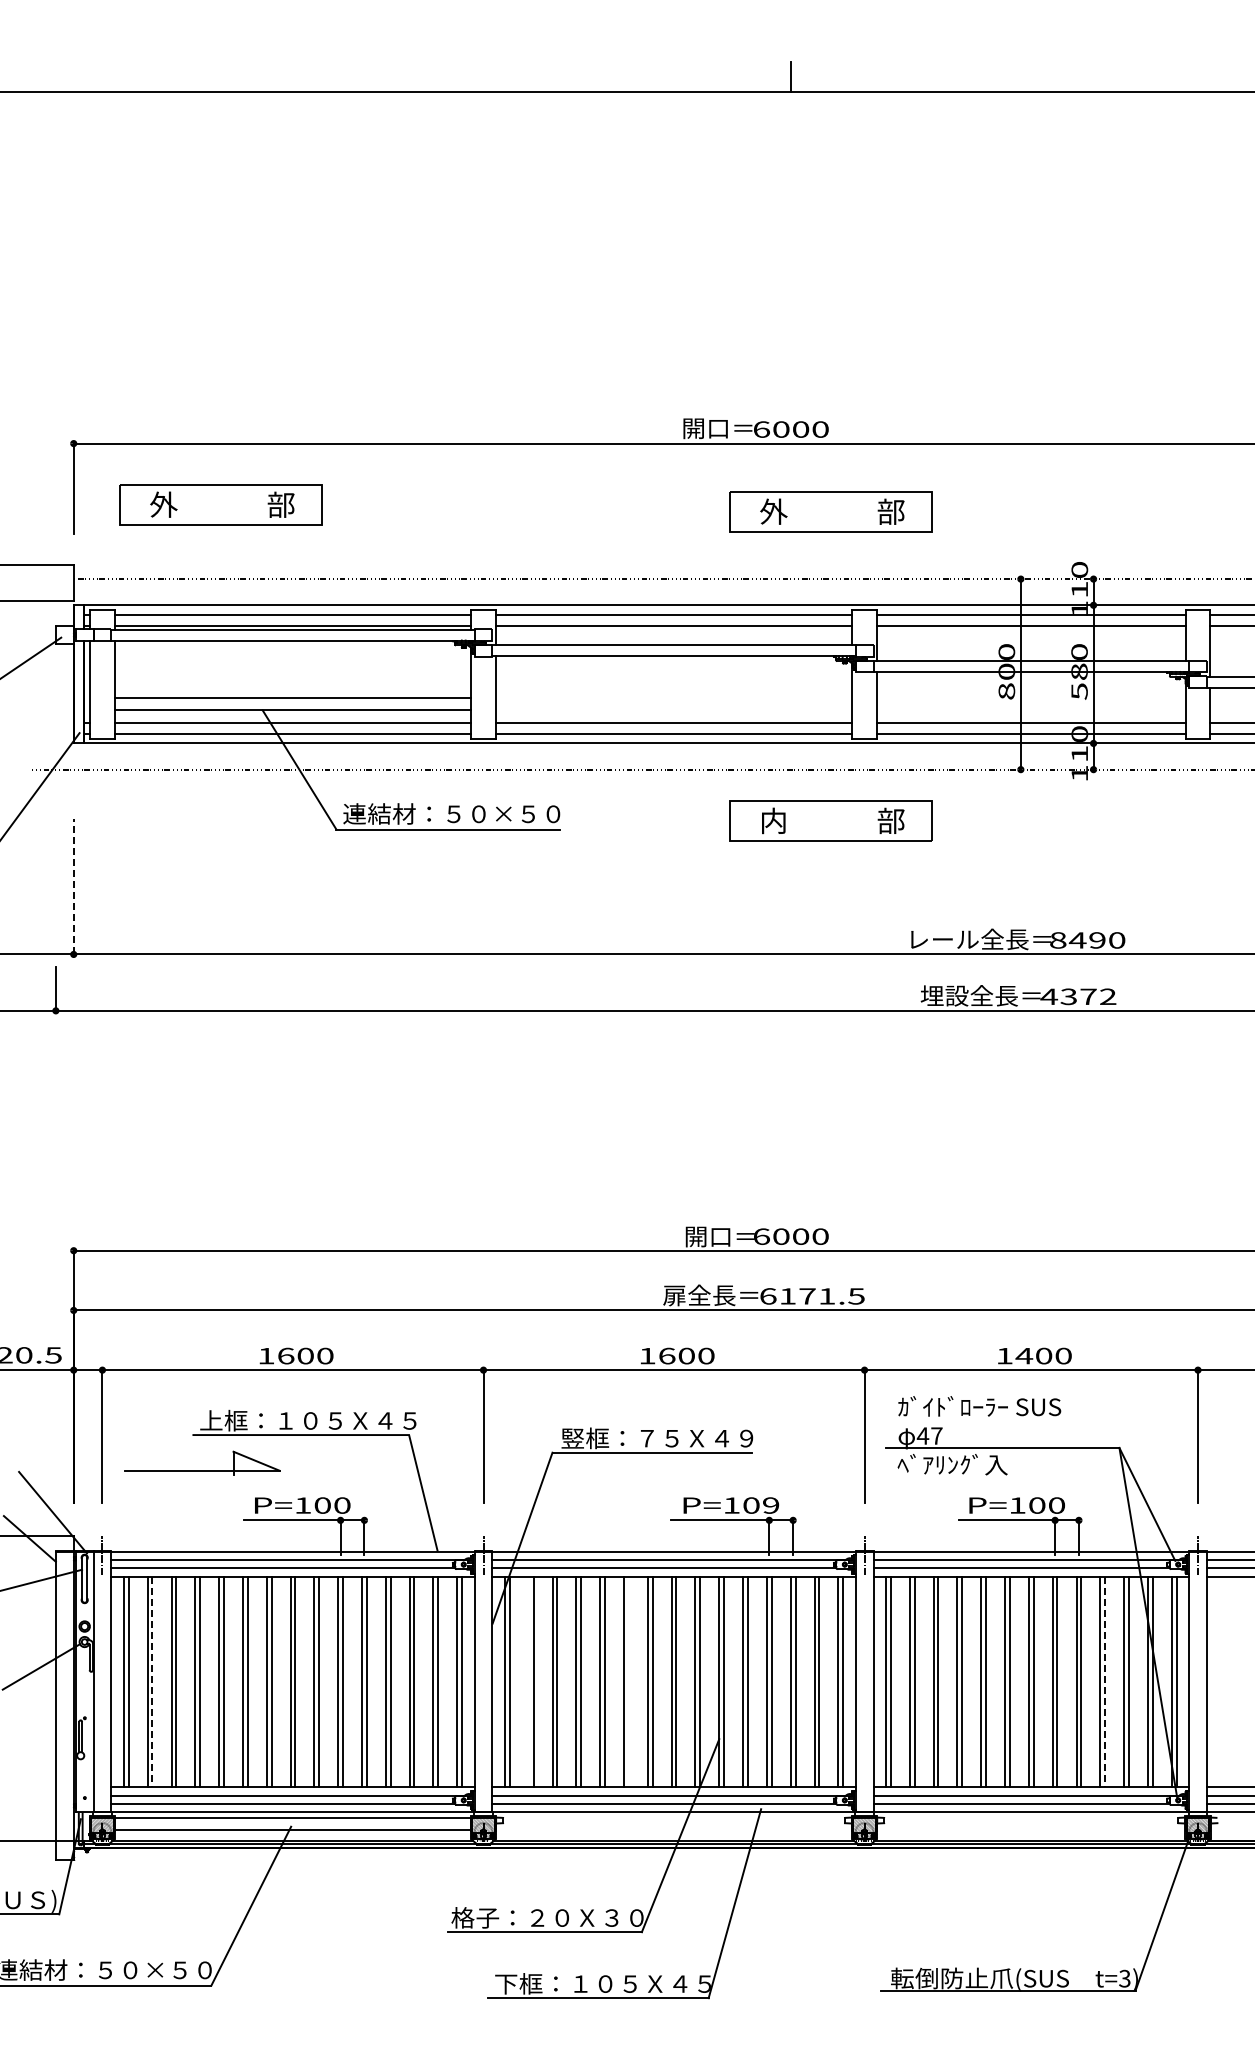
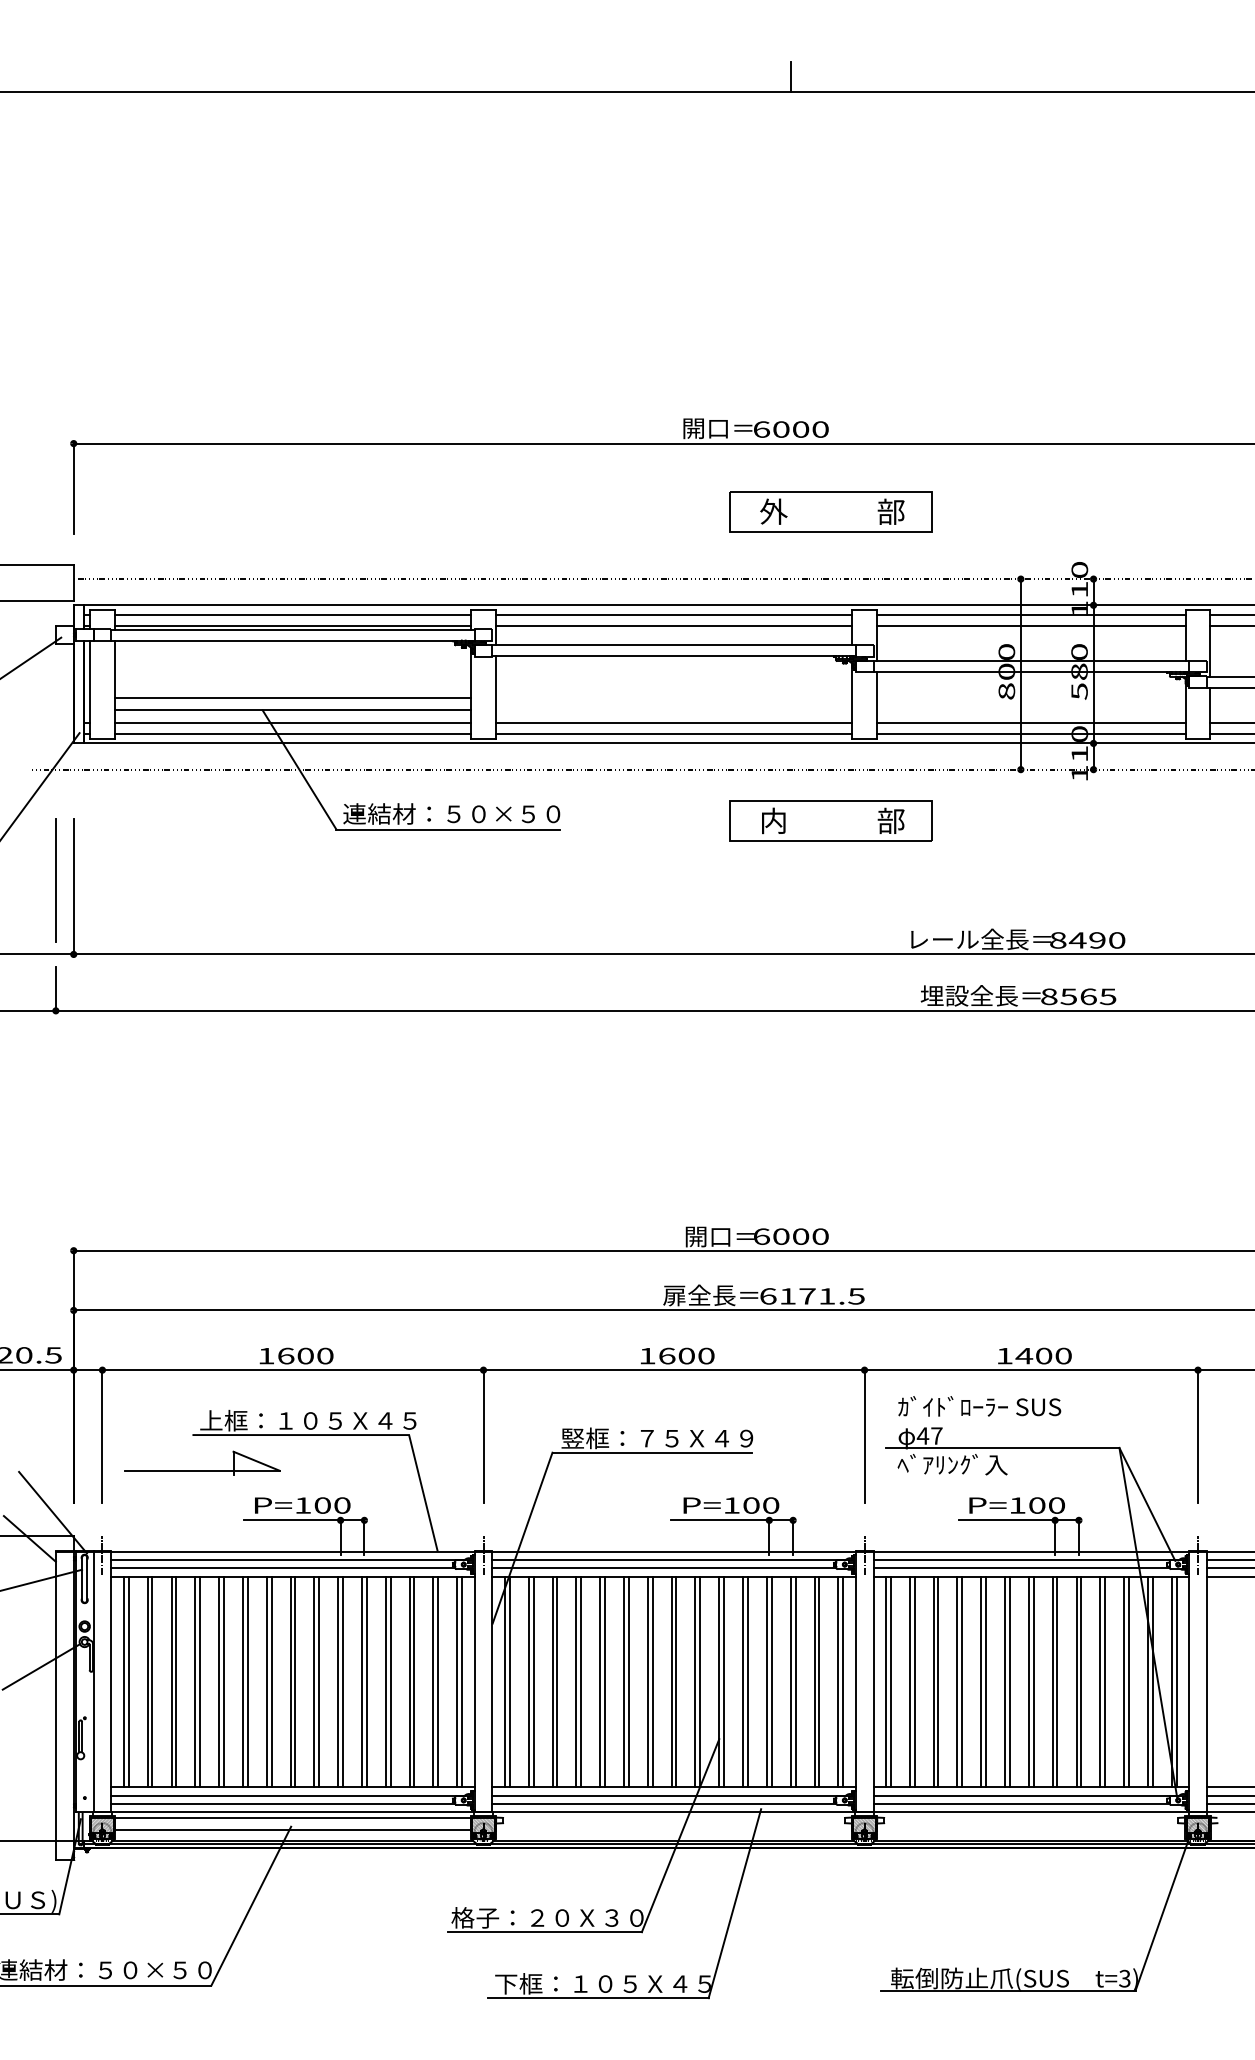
part at (220, 504): present -> none
line at (55, 879): none -> present
line at (73, 886): dashed -> solid
text at (1078, 996): 4372 -> 8565
text at (771, 1505): P=109 -> P=100
line at (528, 1681): none -> present
line at (628, 1681): none -> present
line at (152, 1682): dashed -> solid
line at (1105, 1682): dashed -> solid
